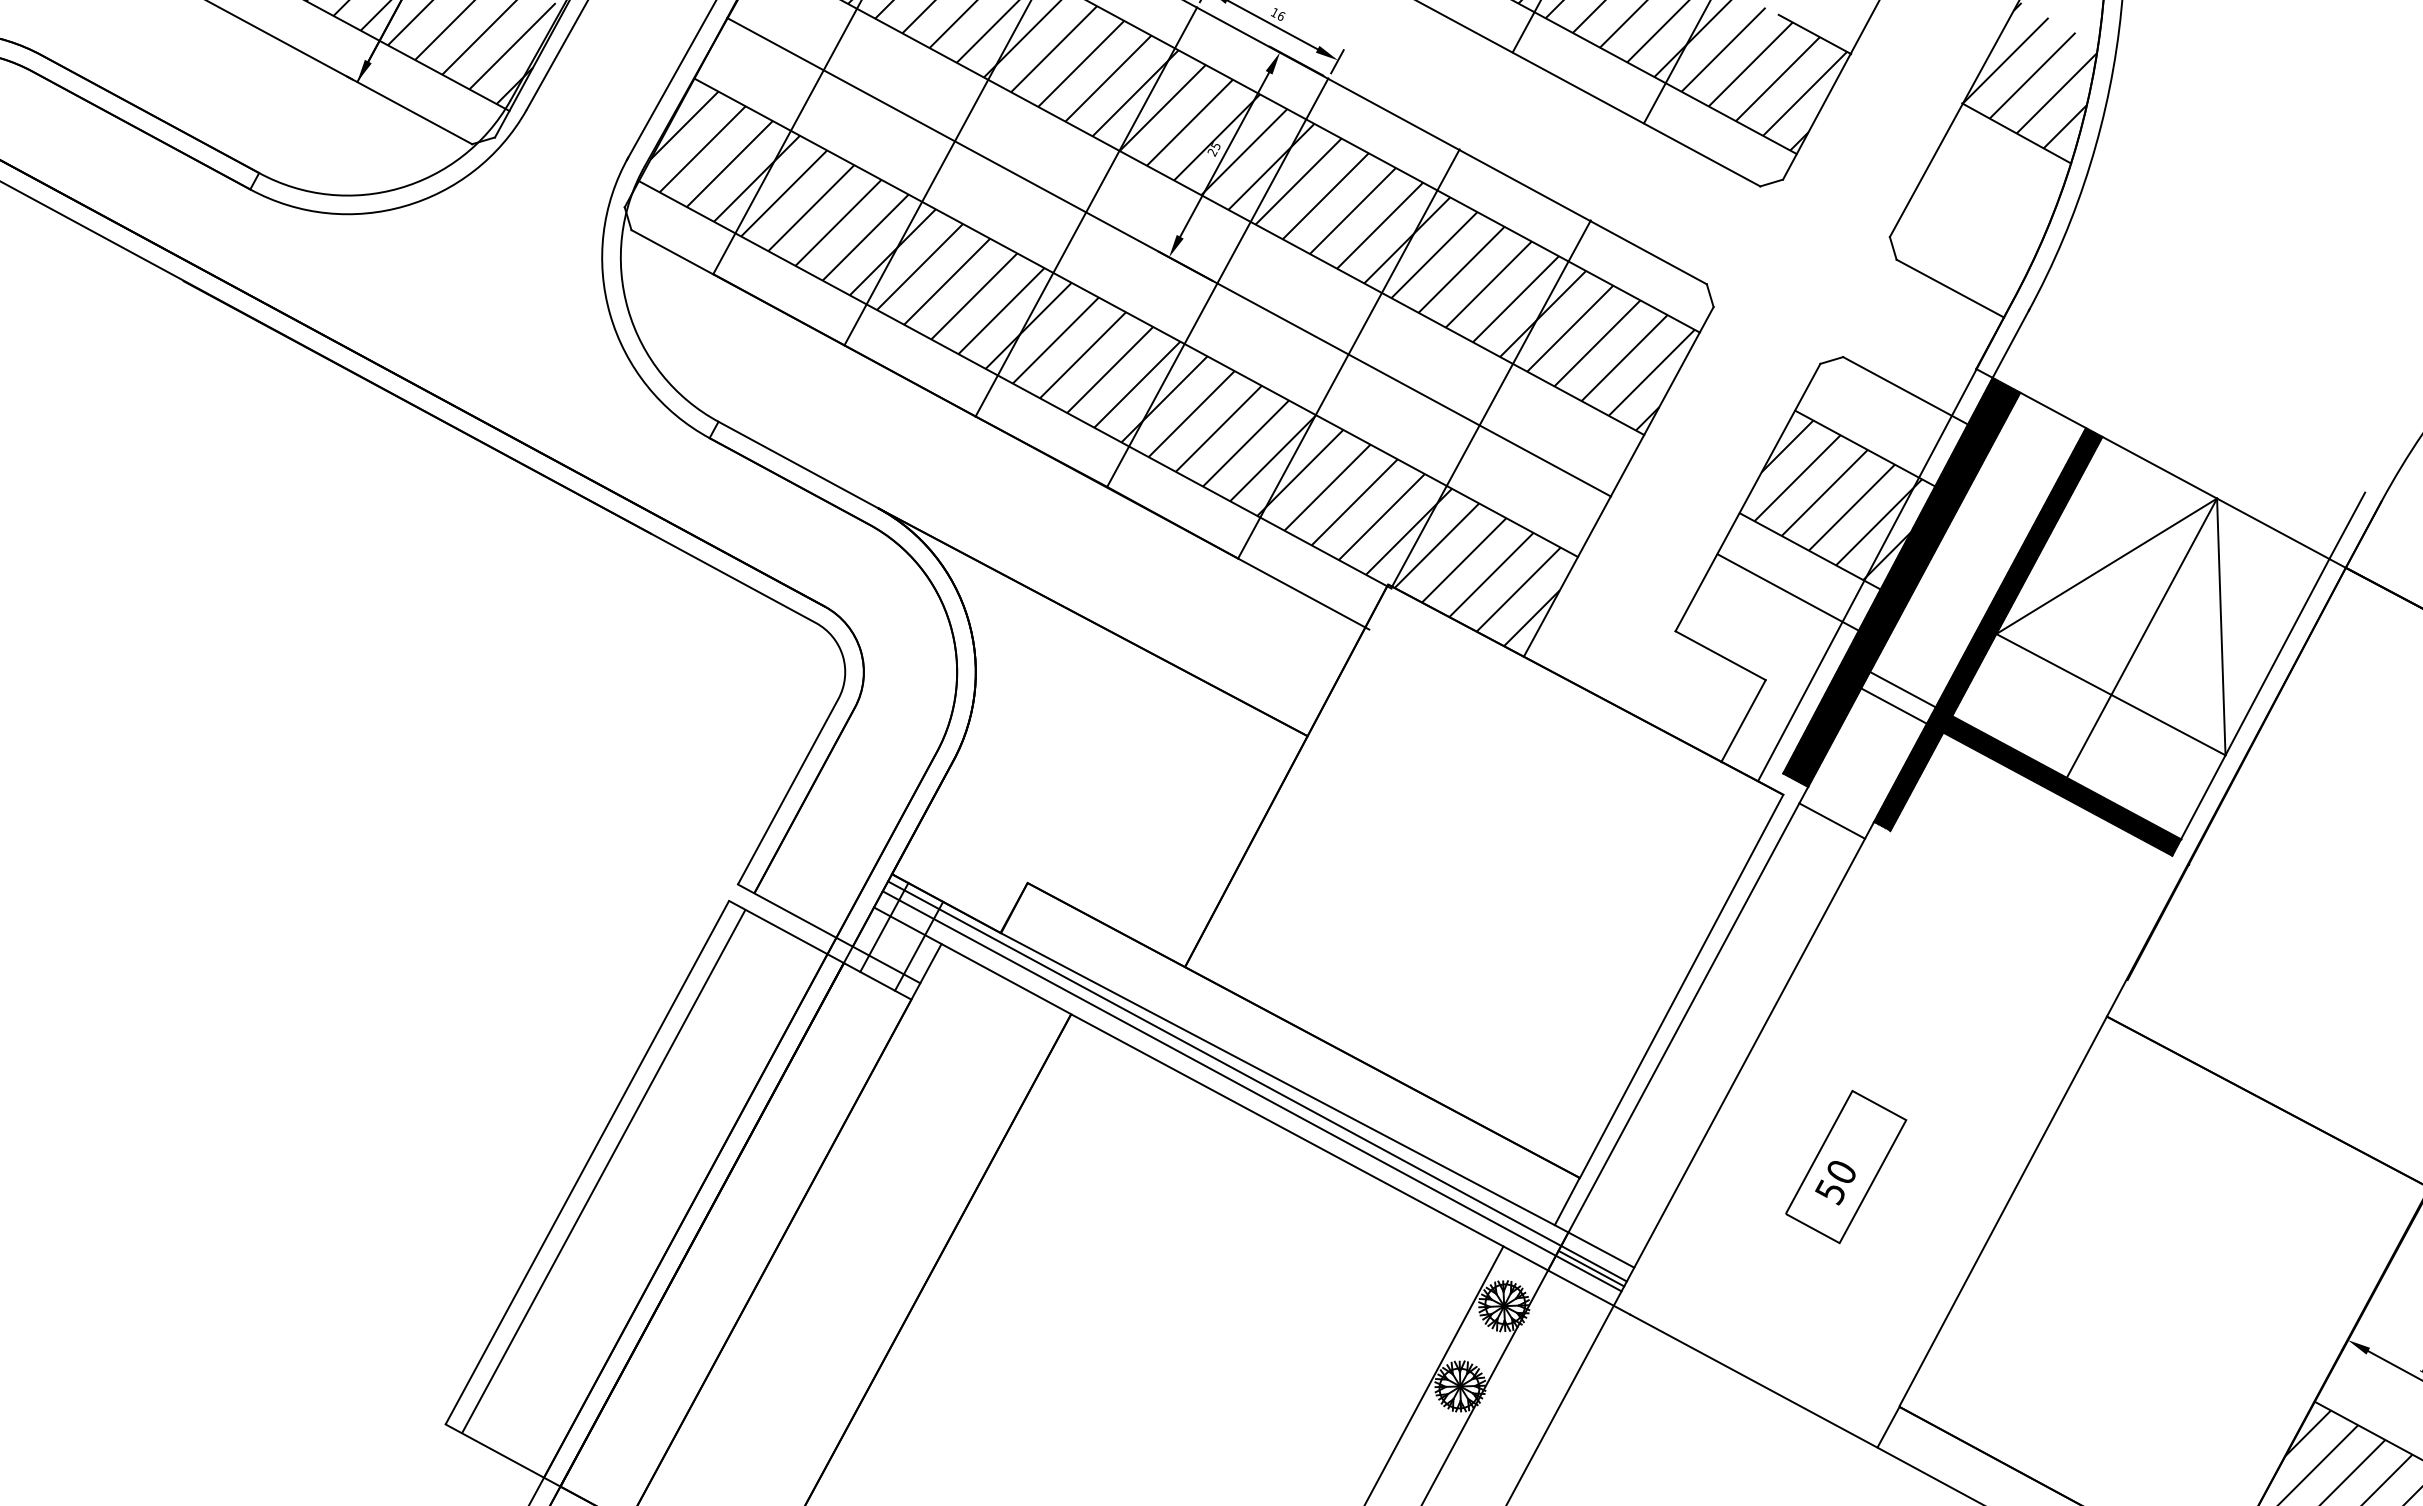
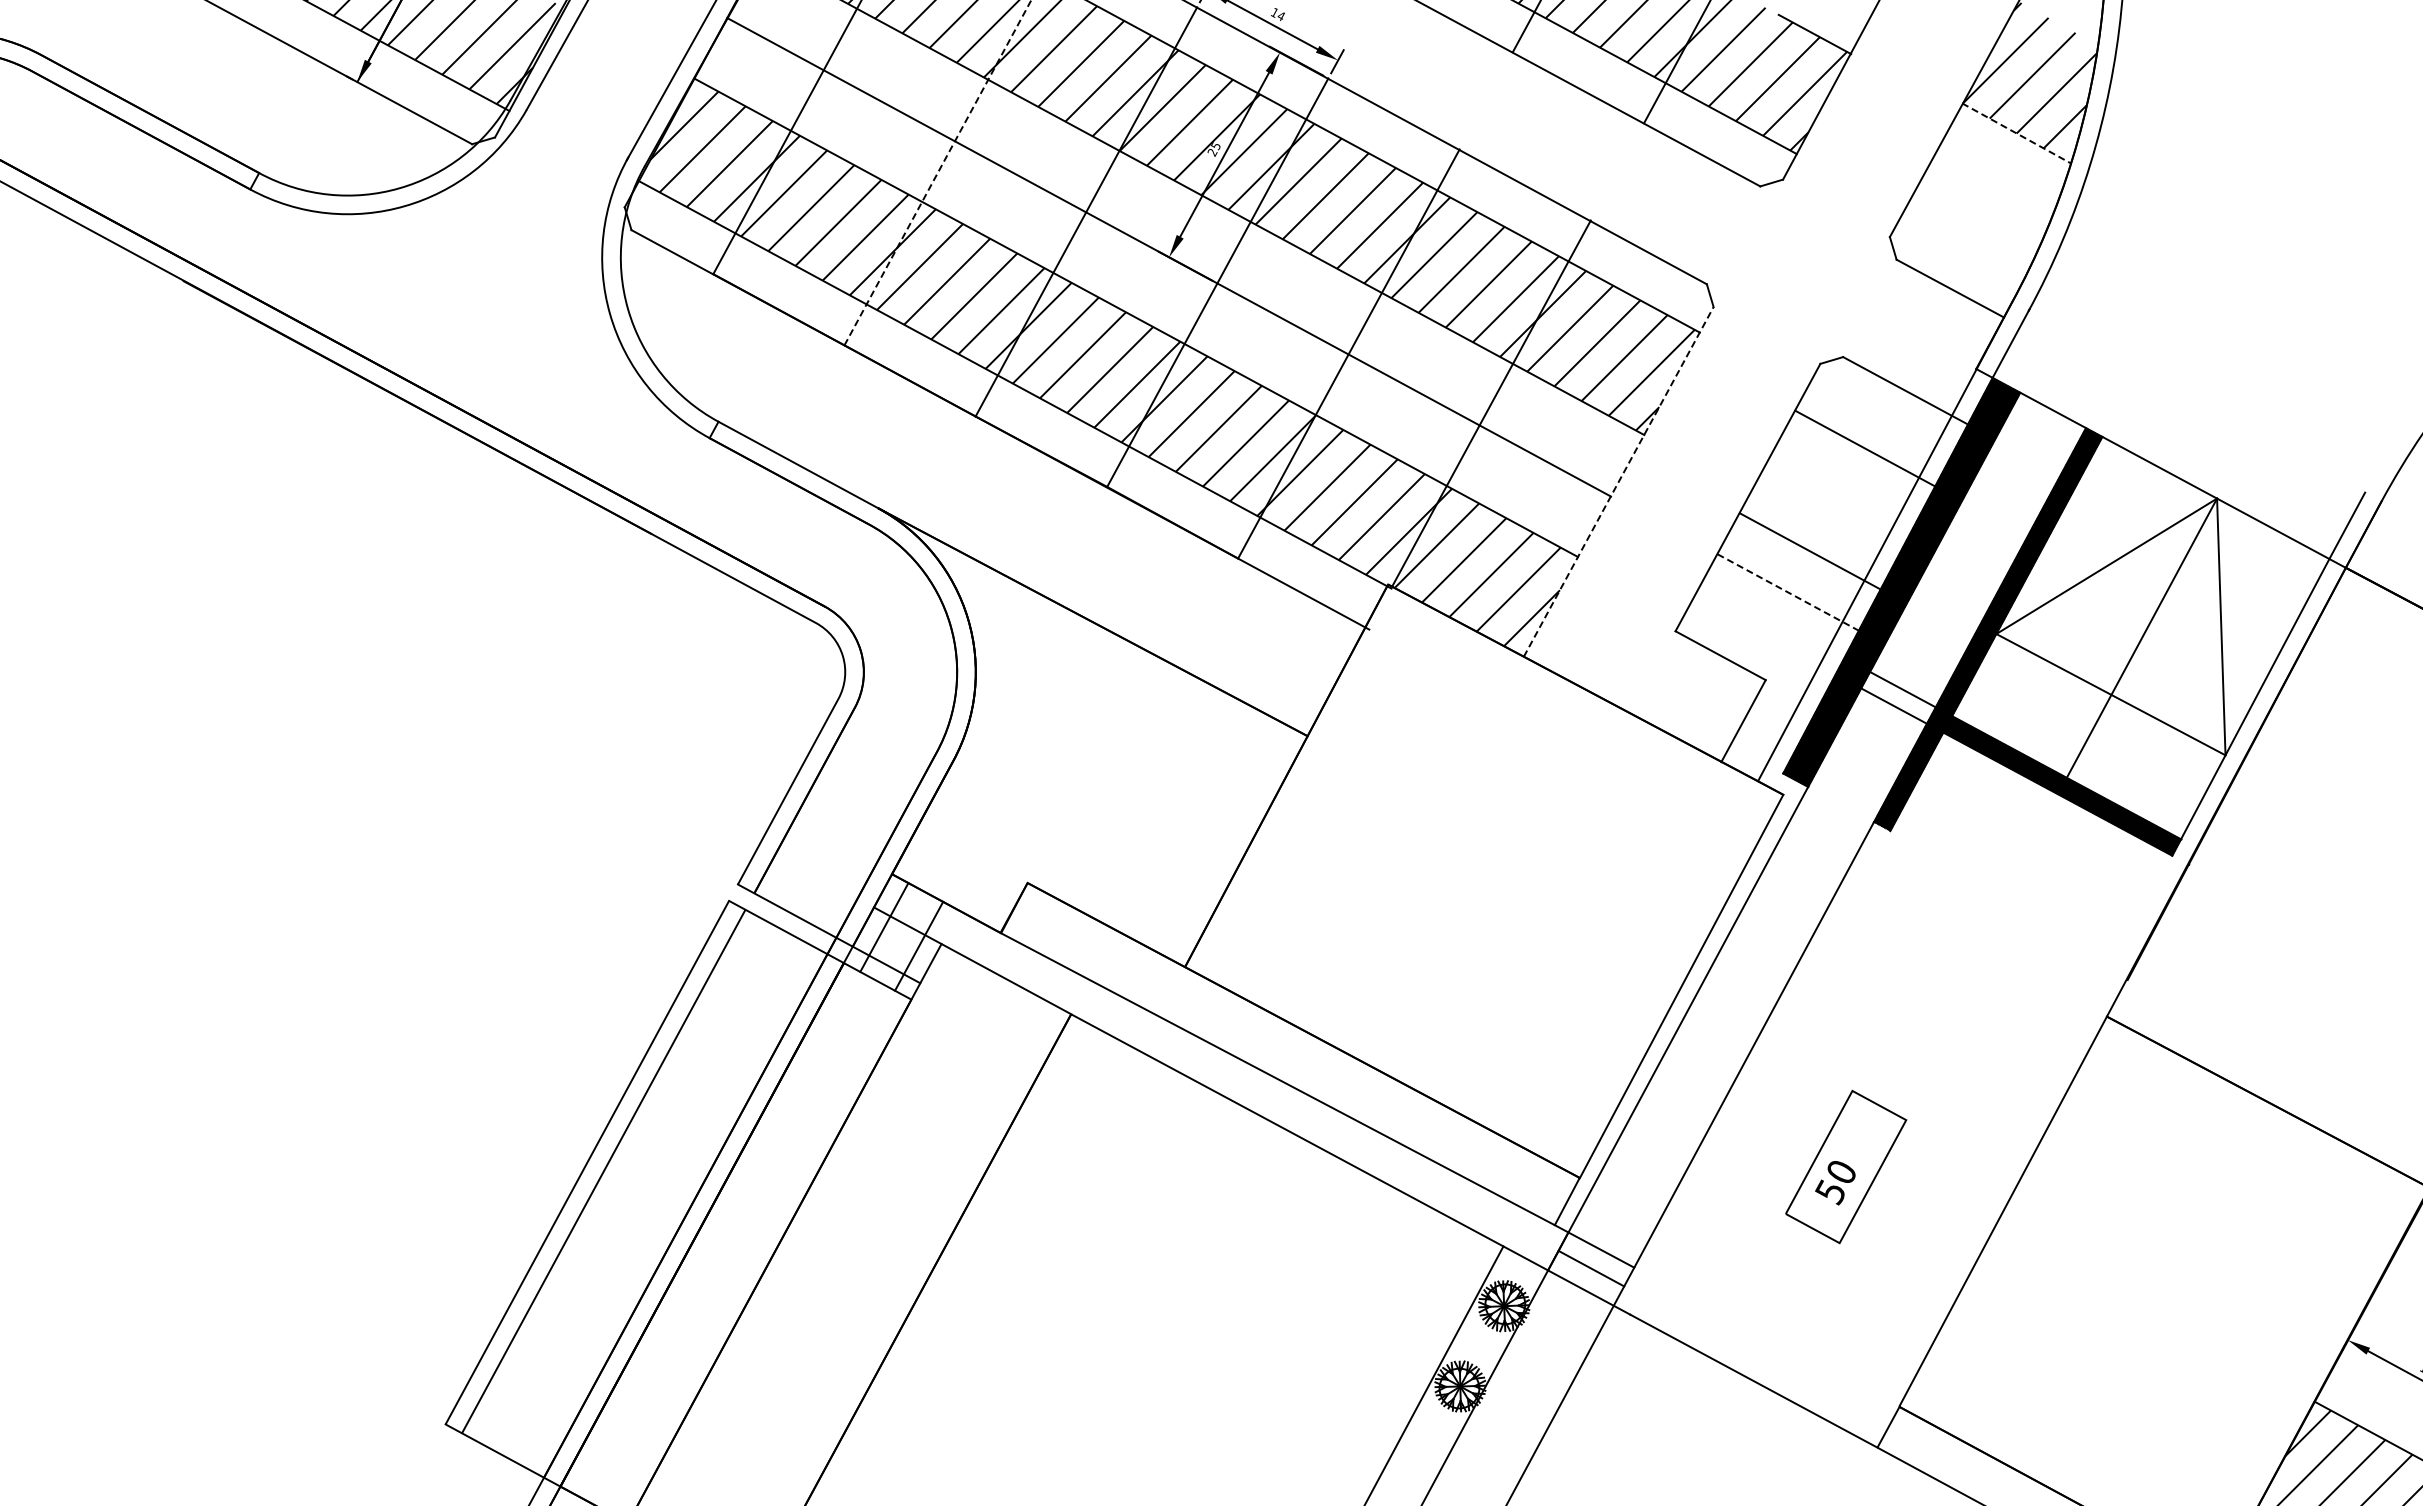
text at (1281, 16): 16 -> 14
line at (2017, 133): solid -> dashed
line at (938, 172): solid -> dashed
line at (1618, 481): solid -> dashed
hatch at (1838, 500): present -> none
line at (1788, 592): solid -> dashed
line at (1832, 820): present -> none
line at (1257, 1081): present -> none
line at (1251, 1091): present -> none
